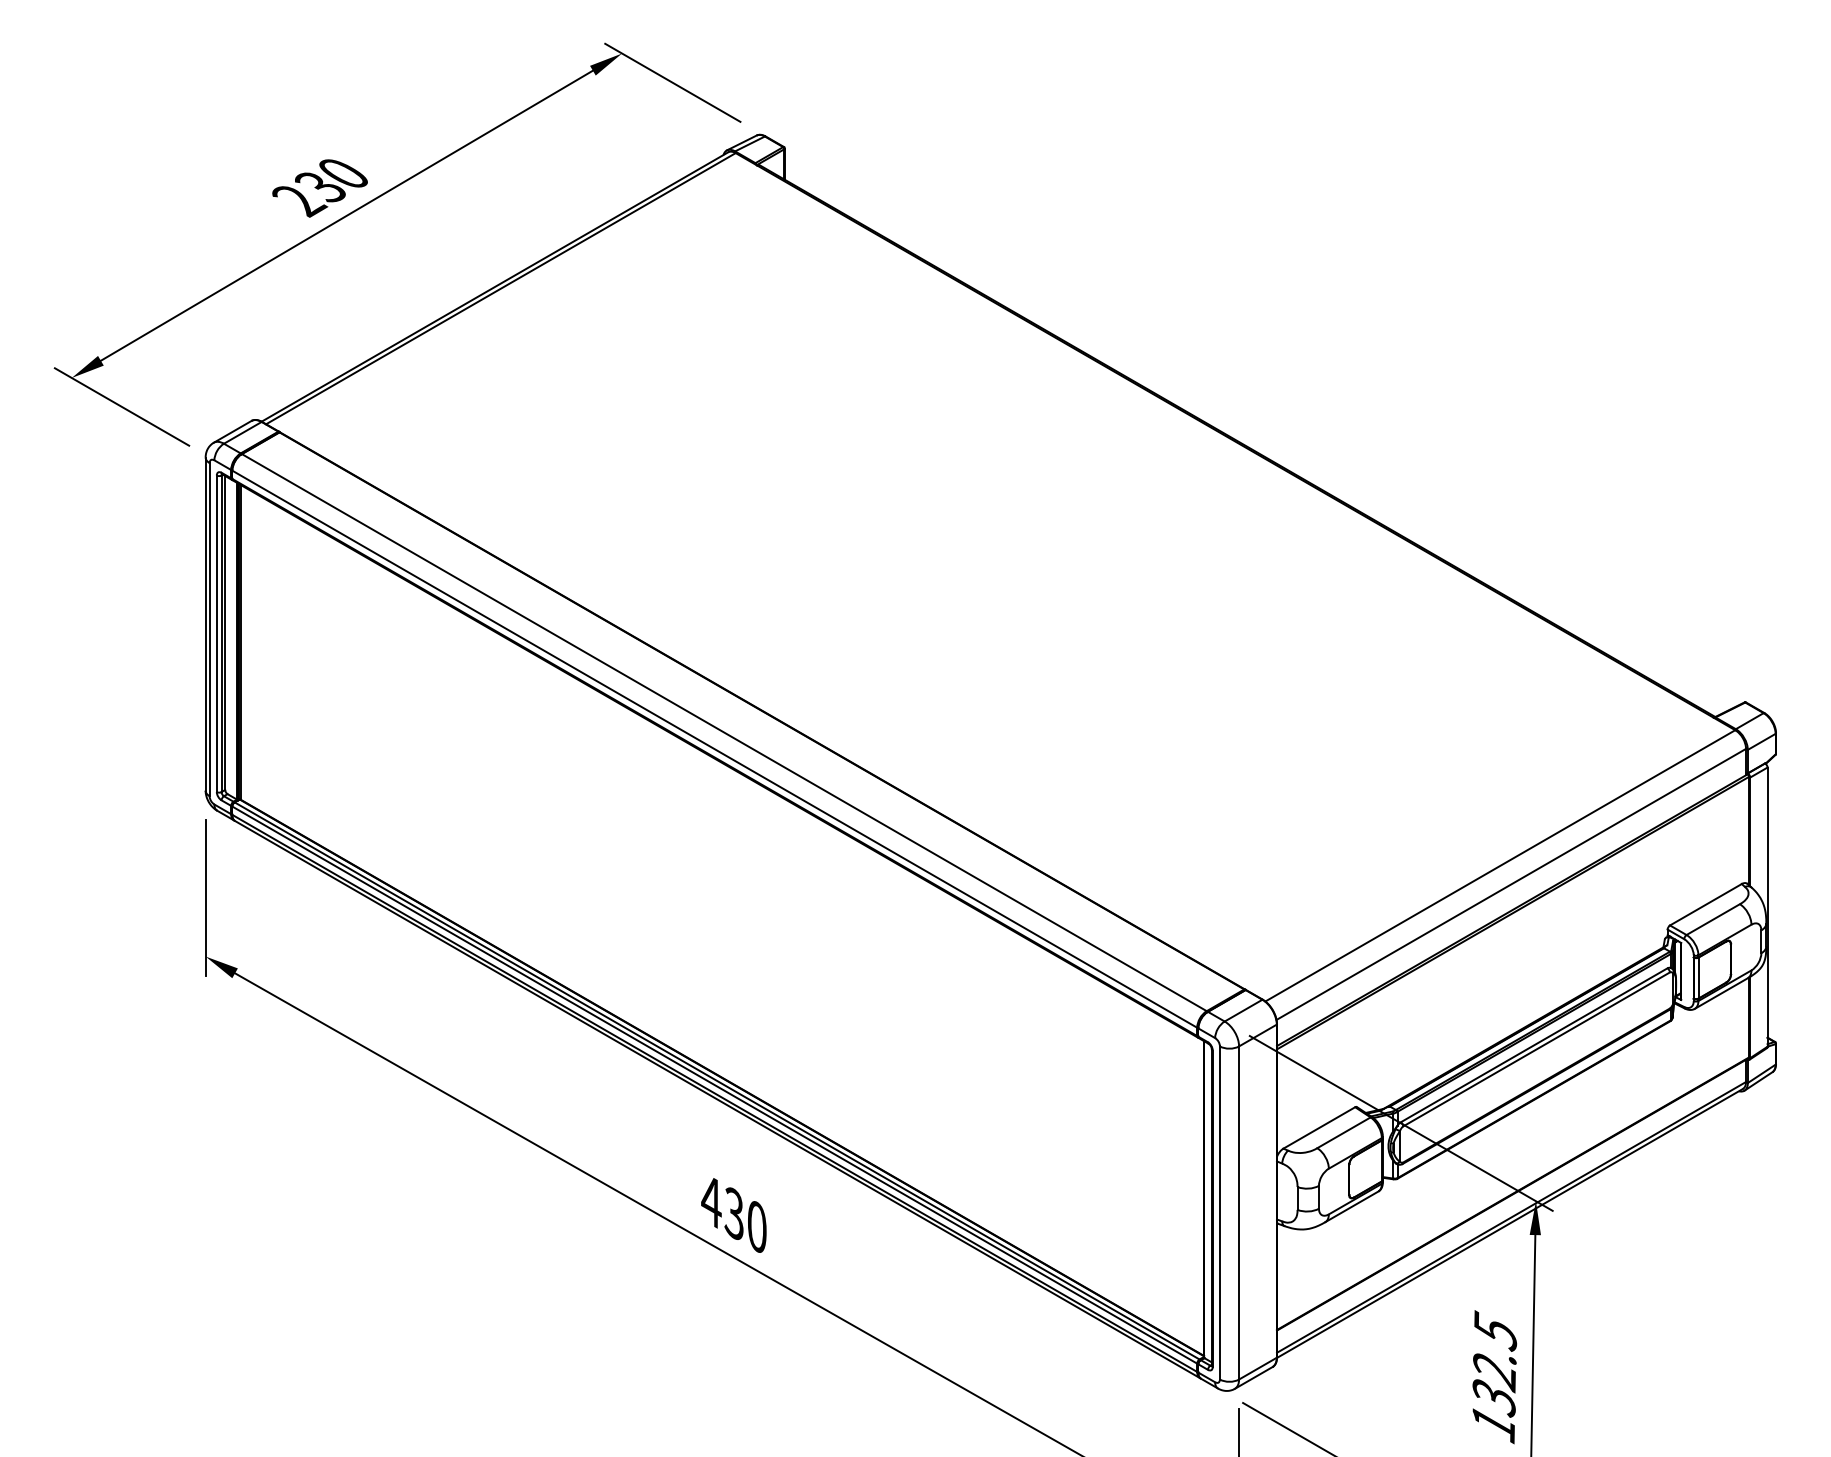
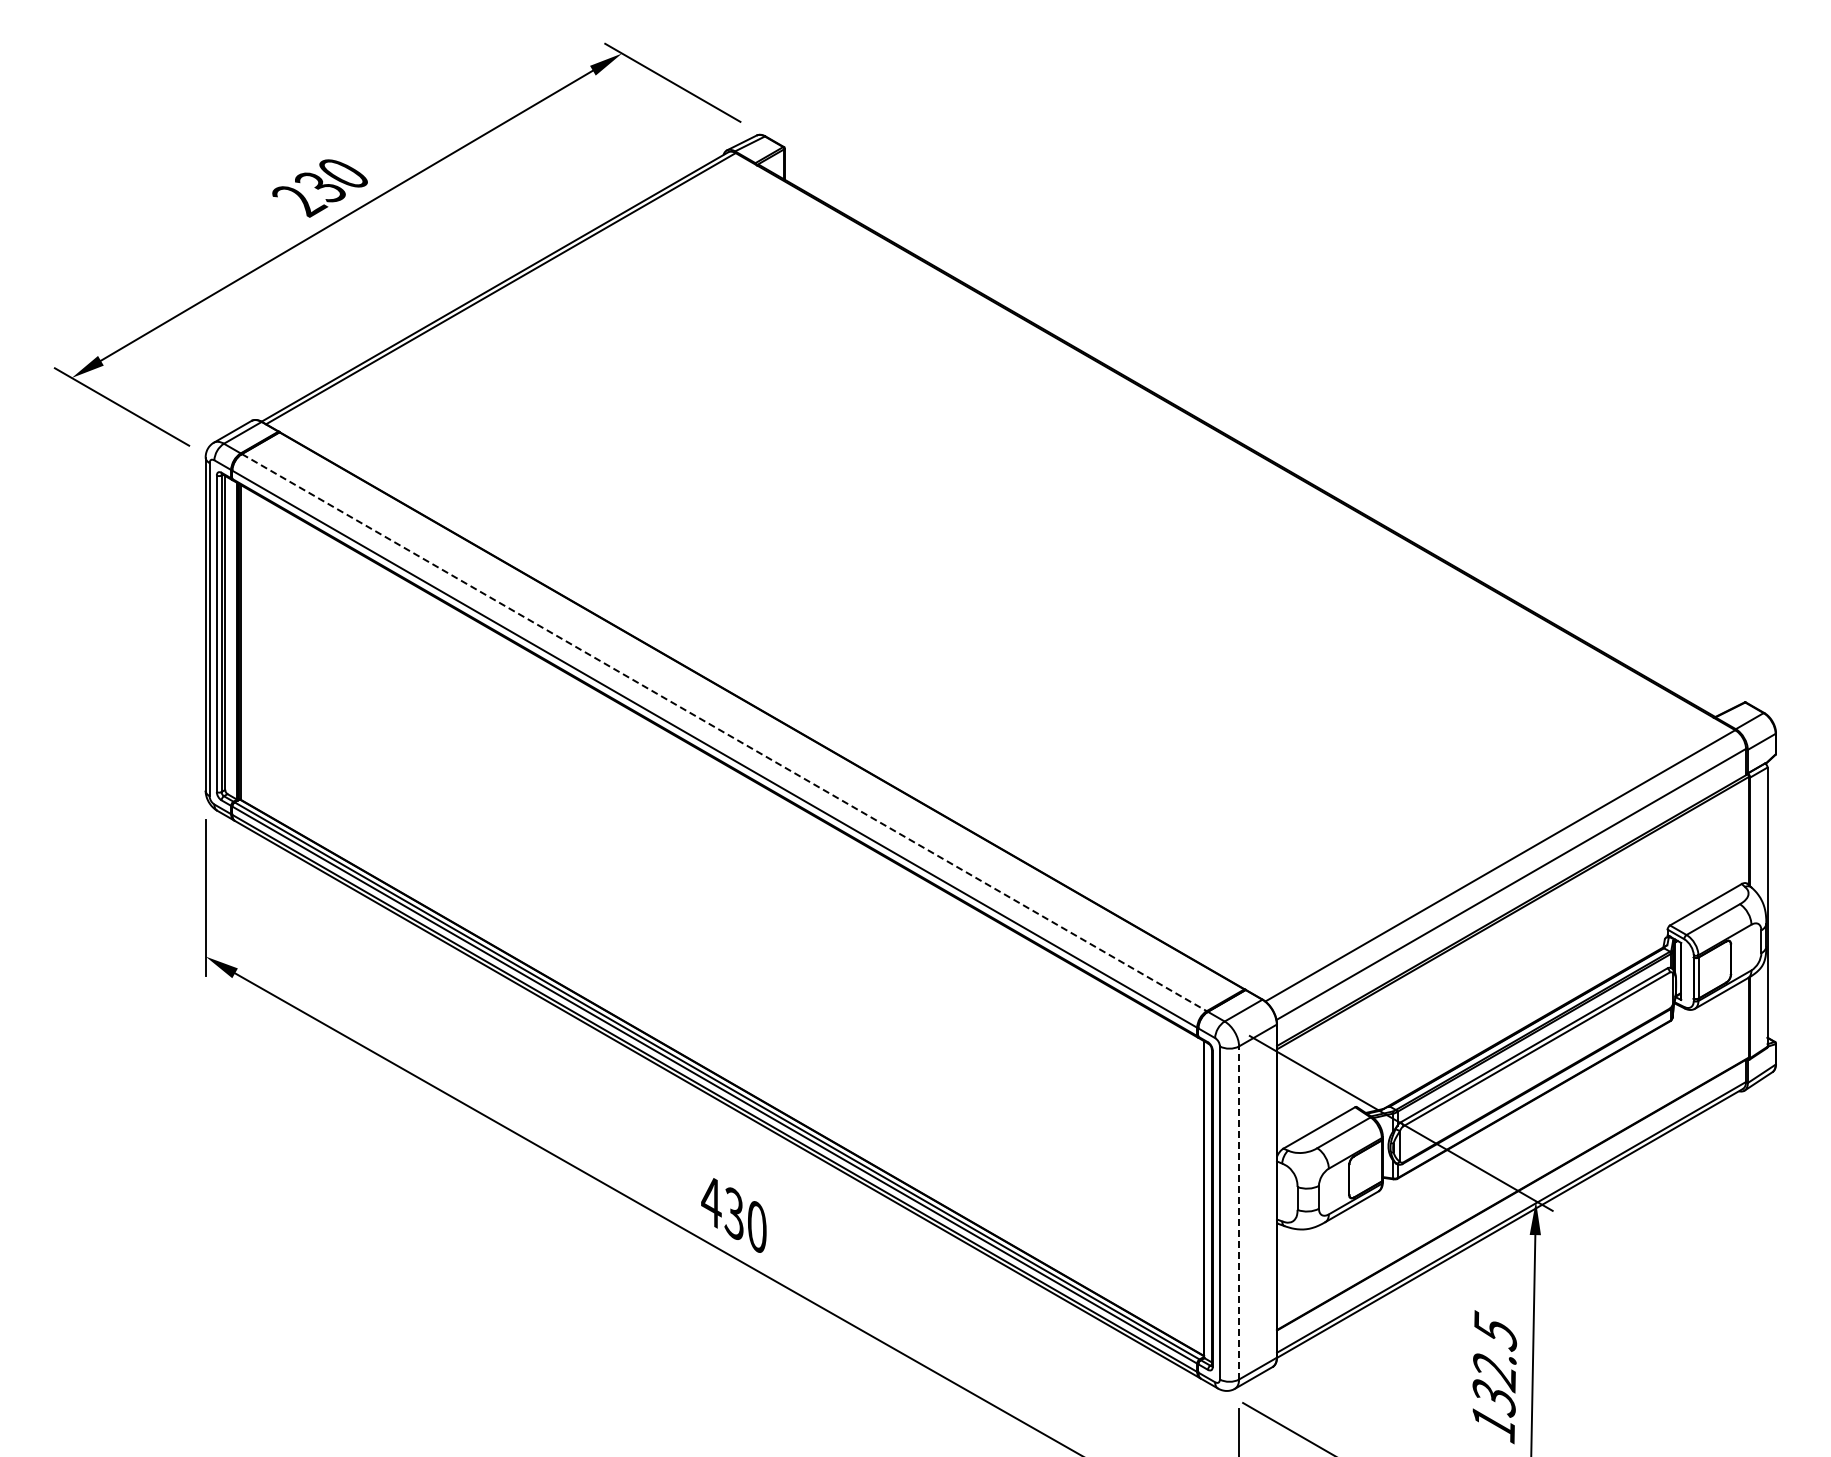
line at (724, 732): solid -> dashed
line at (1239, 1212): solid -> dashed
